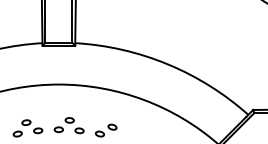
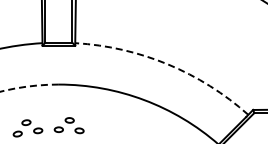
arc at (167, 64): solid -> dashed
arc at (29, 86): solid -> dashed
part at (106, 130): present -> none
